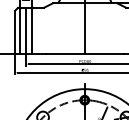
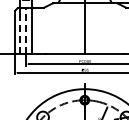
line at (26, 30): solid -> dashed
line at (20, 33): solid -> dashed
